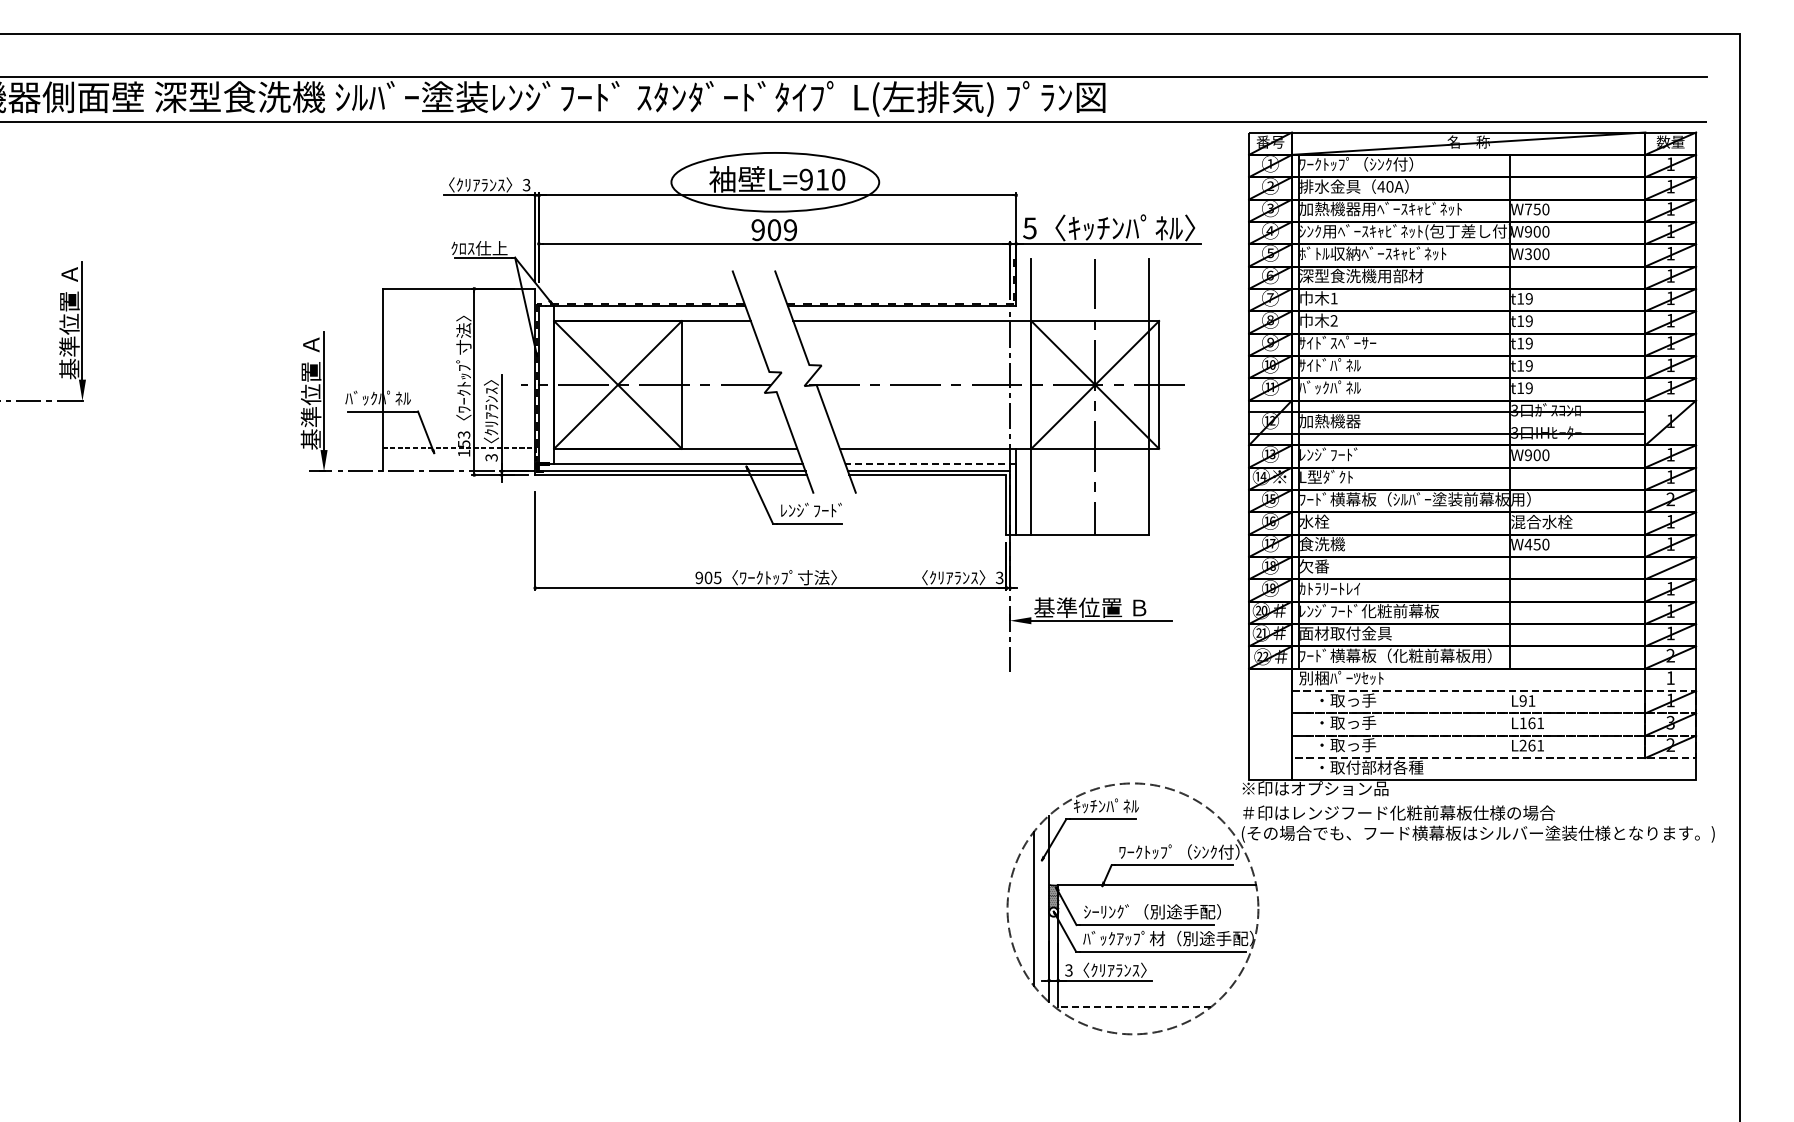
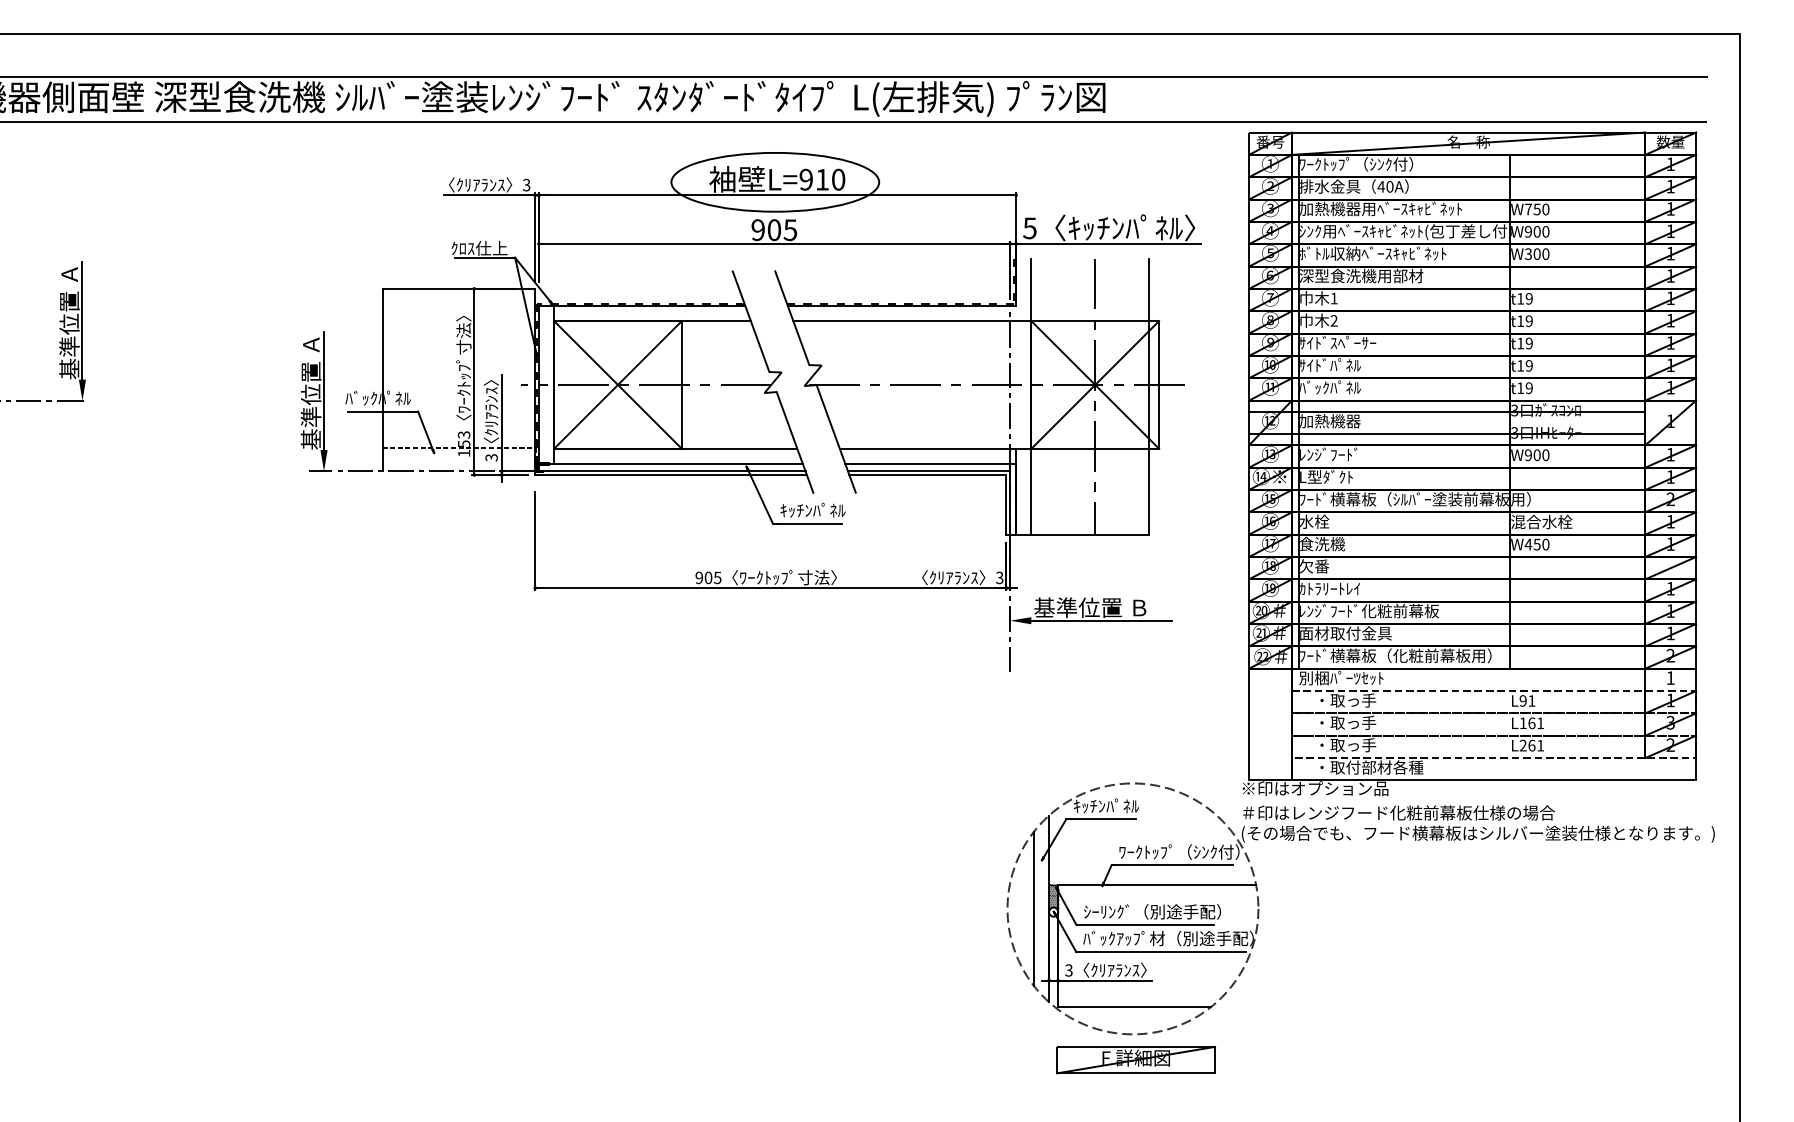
text at (790, 229): 909 -> 905
line at (930, 464): dashed -> solid
text at (812, 509): ﾚﾝｼﾞﾌｰﾄﾞ -> ｷｯﾁﾝﾊﾟﾈﾙ
line at (1134, 1006): dashed -> solid
part at (1135, 1059): none -> present
